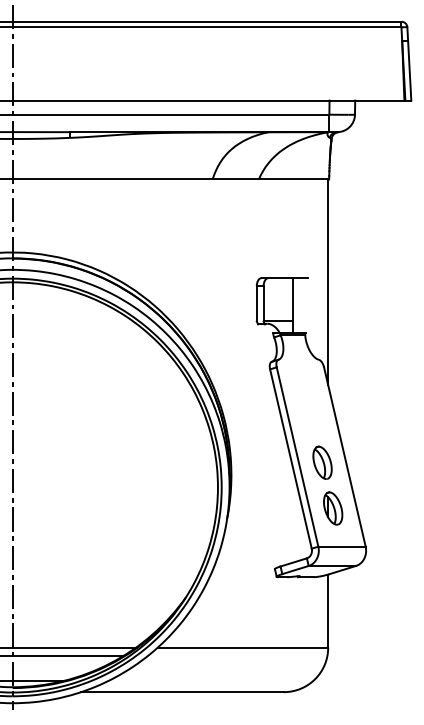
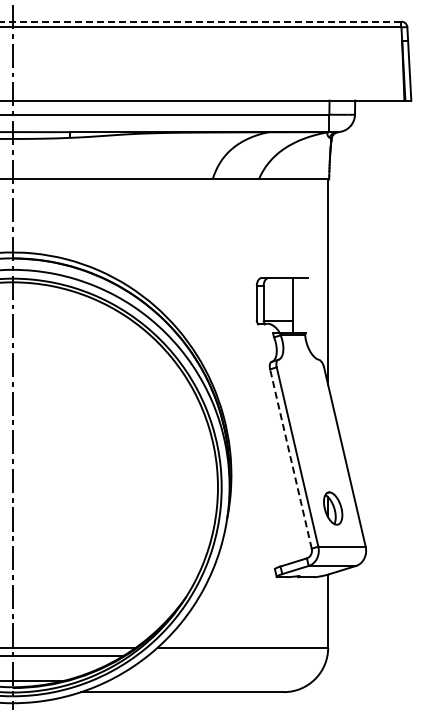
line at (201, 21): solid -> dashed
line at (290, 458): solid -> dashed
part at (322, 462): present -> none
